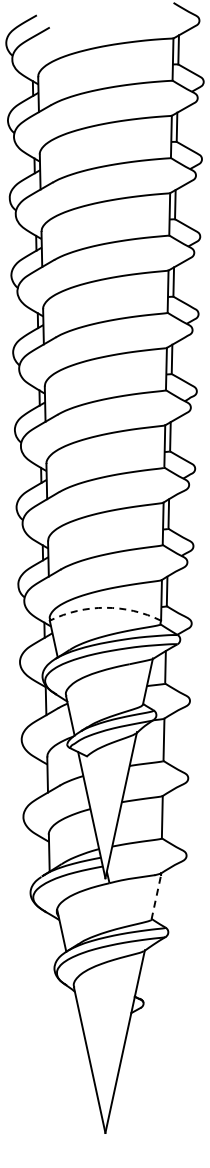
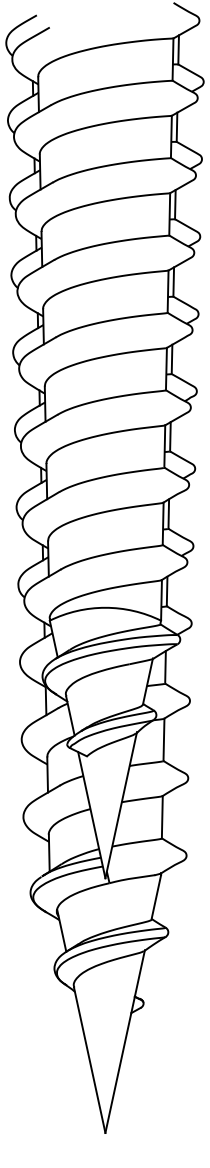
arc at (105, 607): dashed -> solid
line at (156, 897): dashed -> solid
